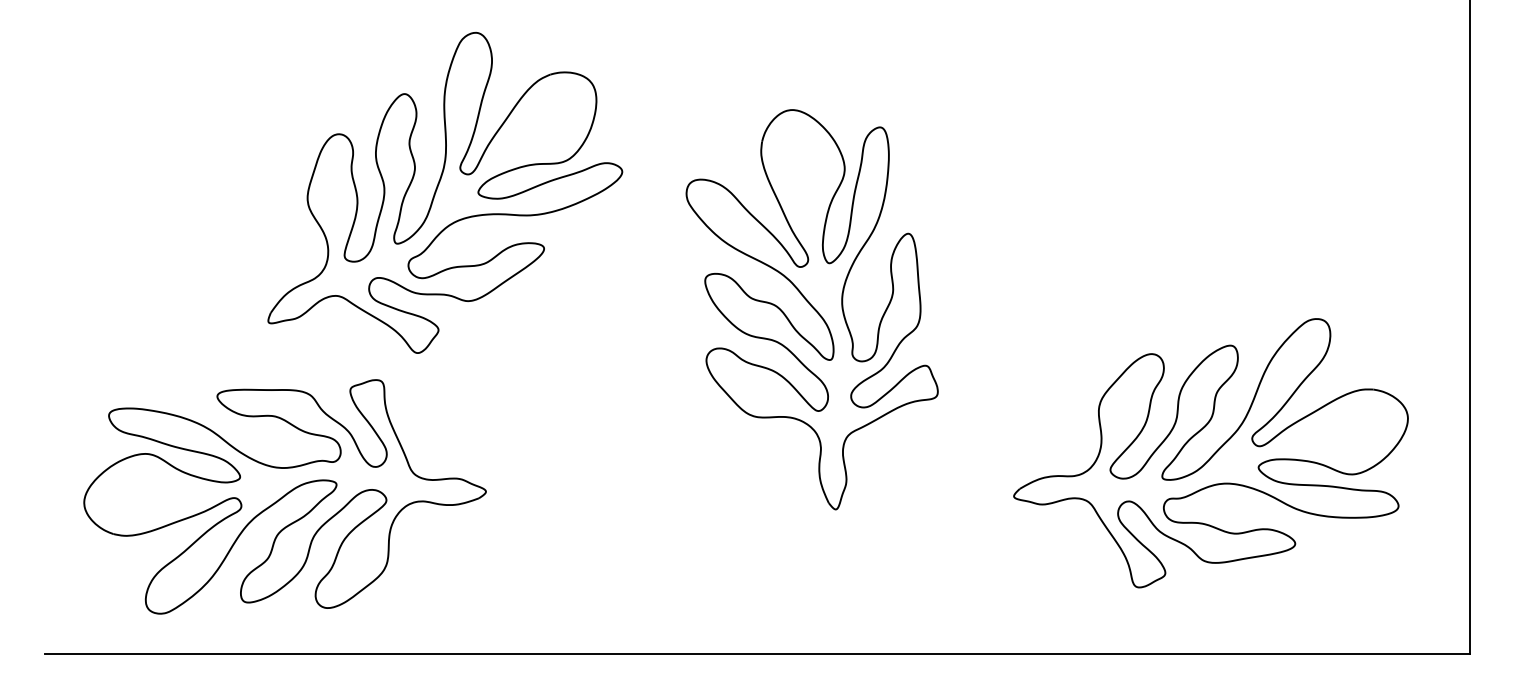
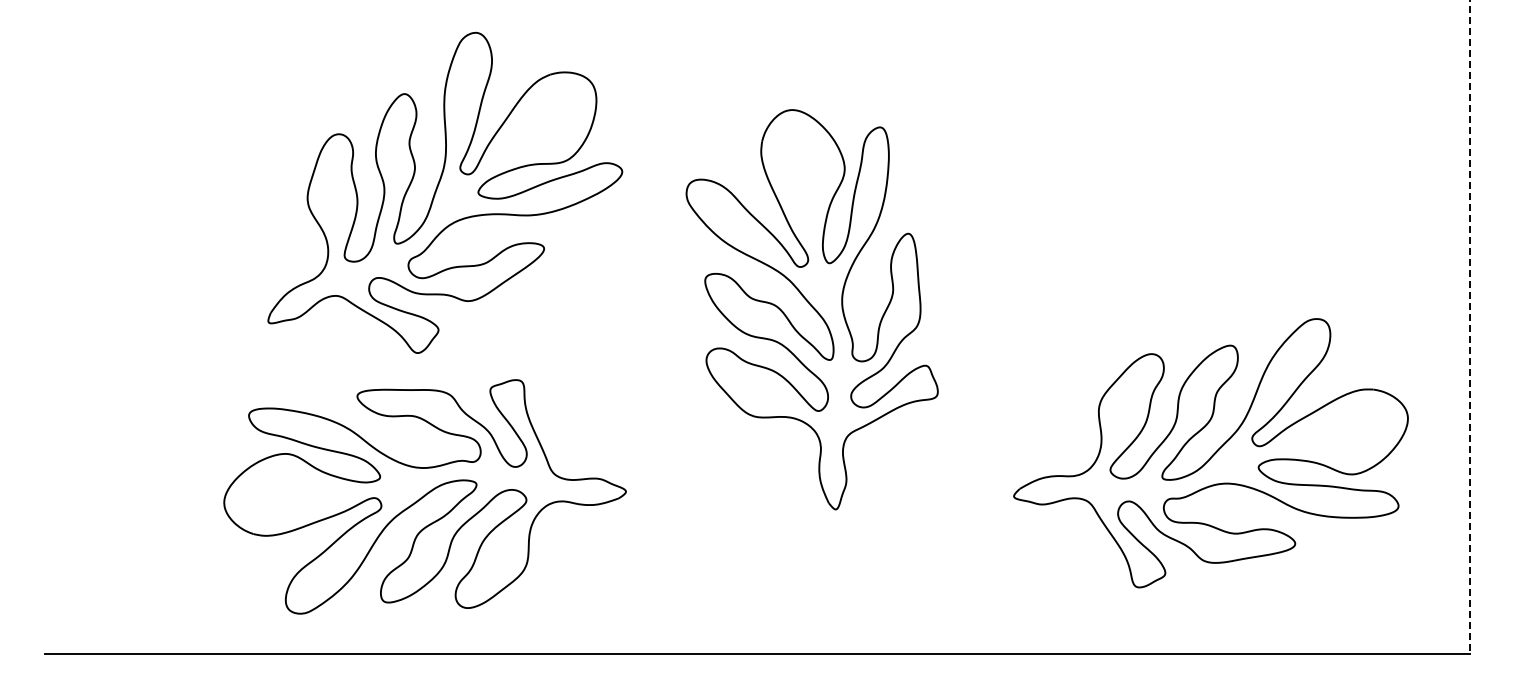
line at (1469, 326): solid -> dashed
part at (284, 496) position: (284, 496) -> (424, 496)
